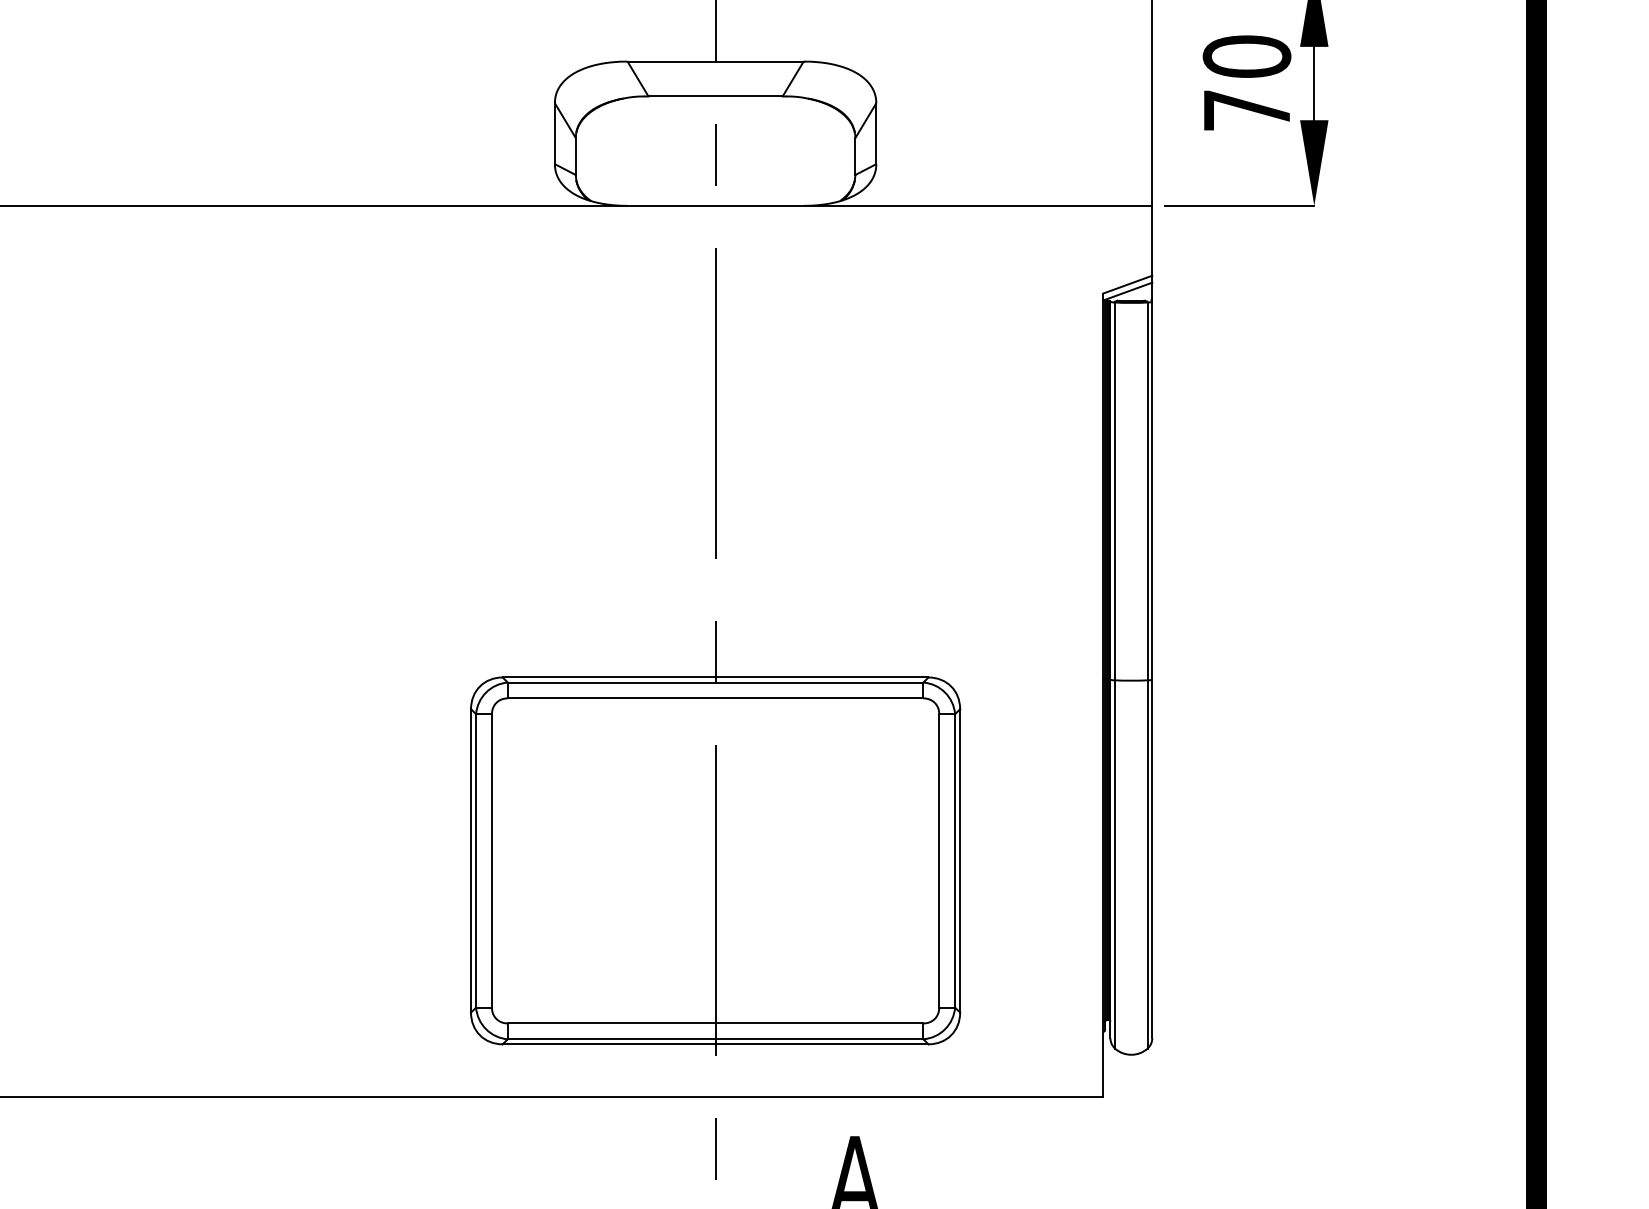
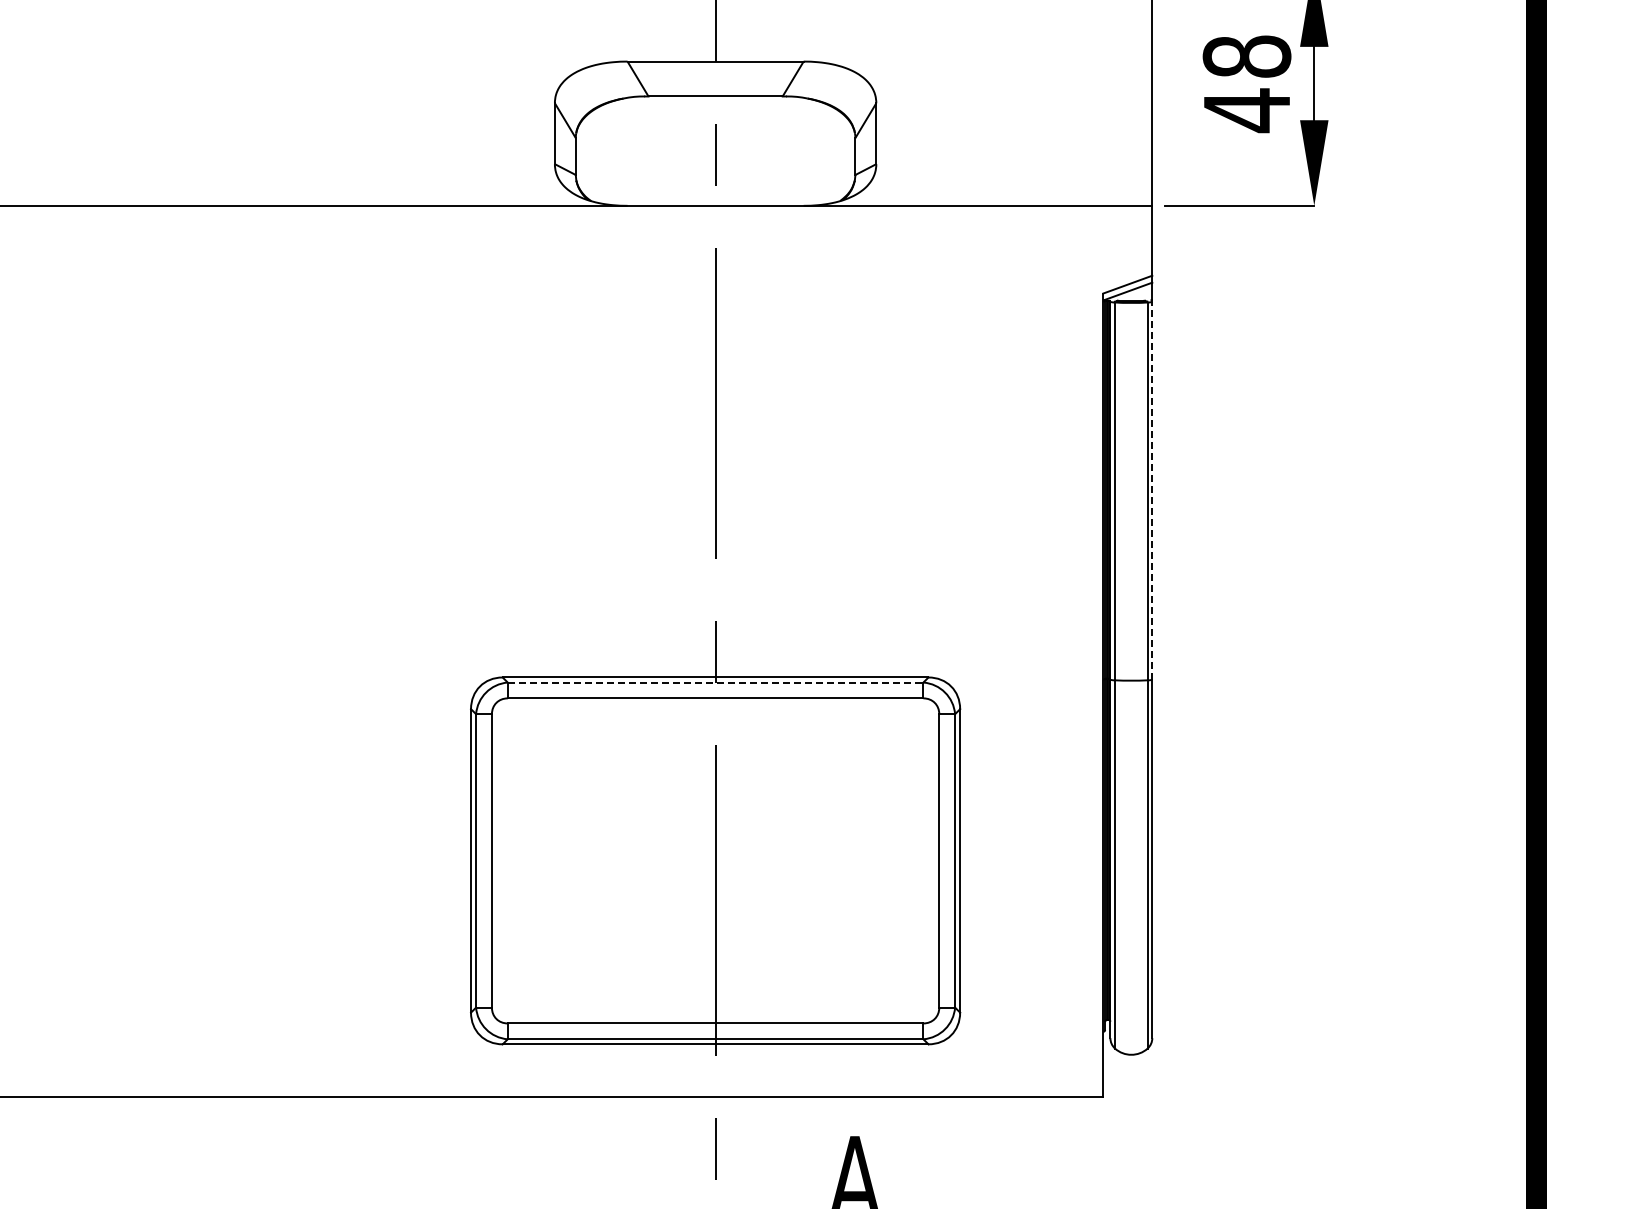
text at (1247, 84): 70 -> 48
line at (1152, 490): solid -> dashed
line at (715, 682): solid -> dashed
